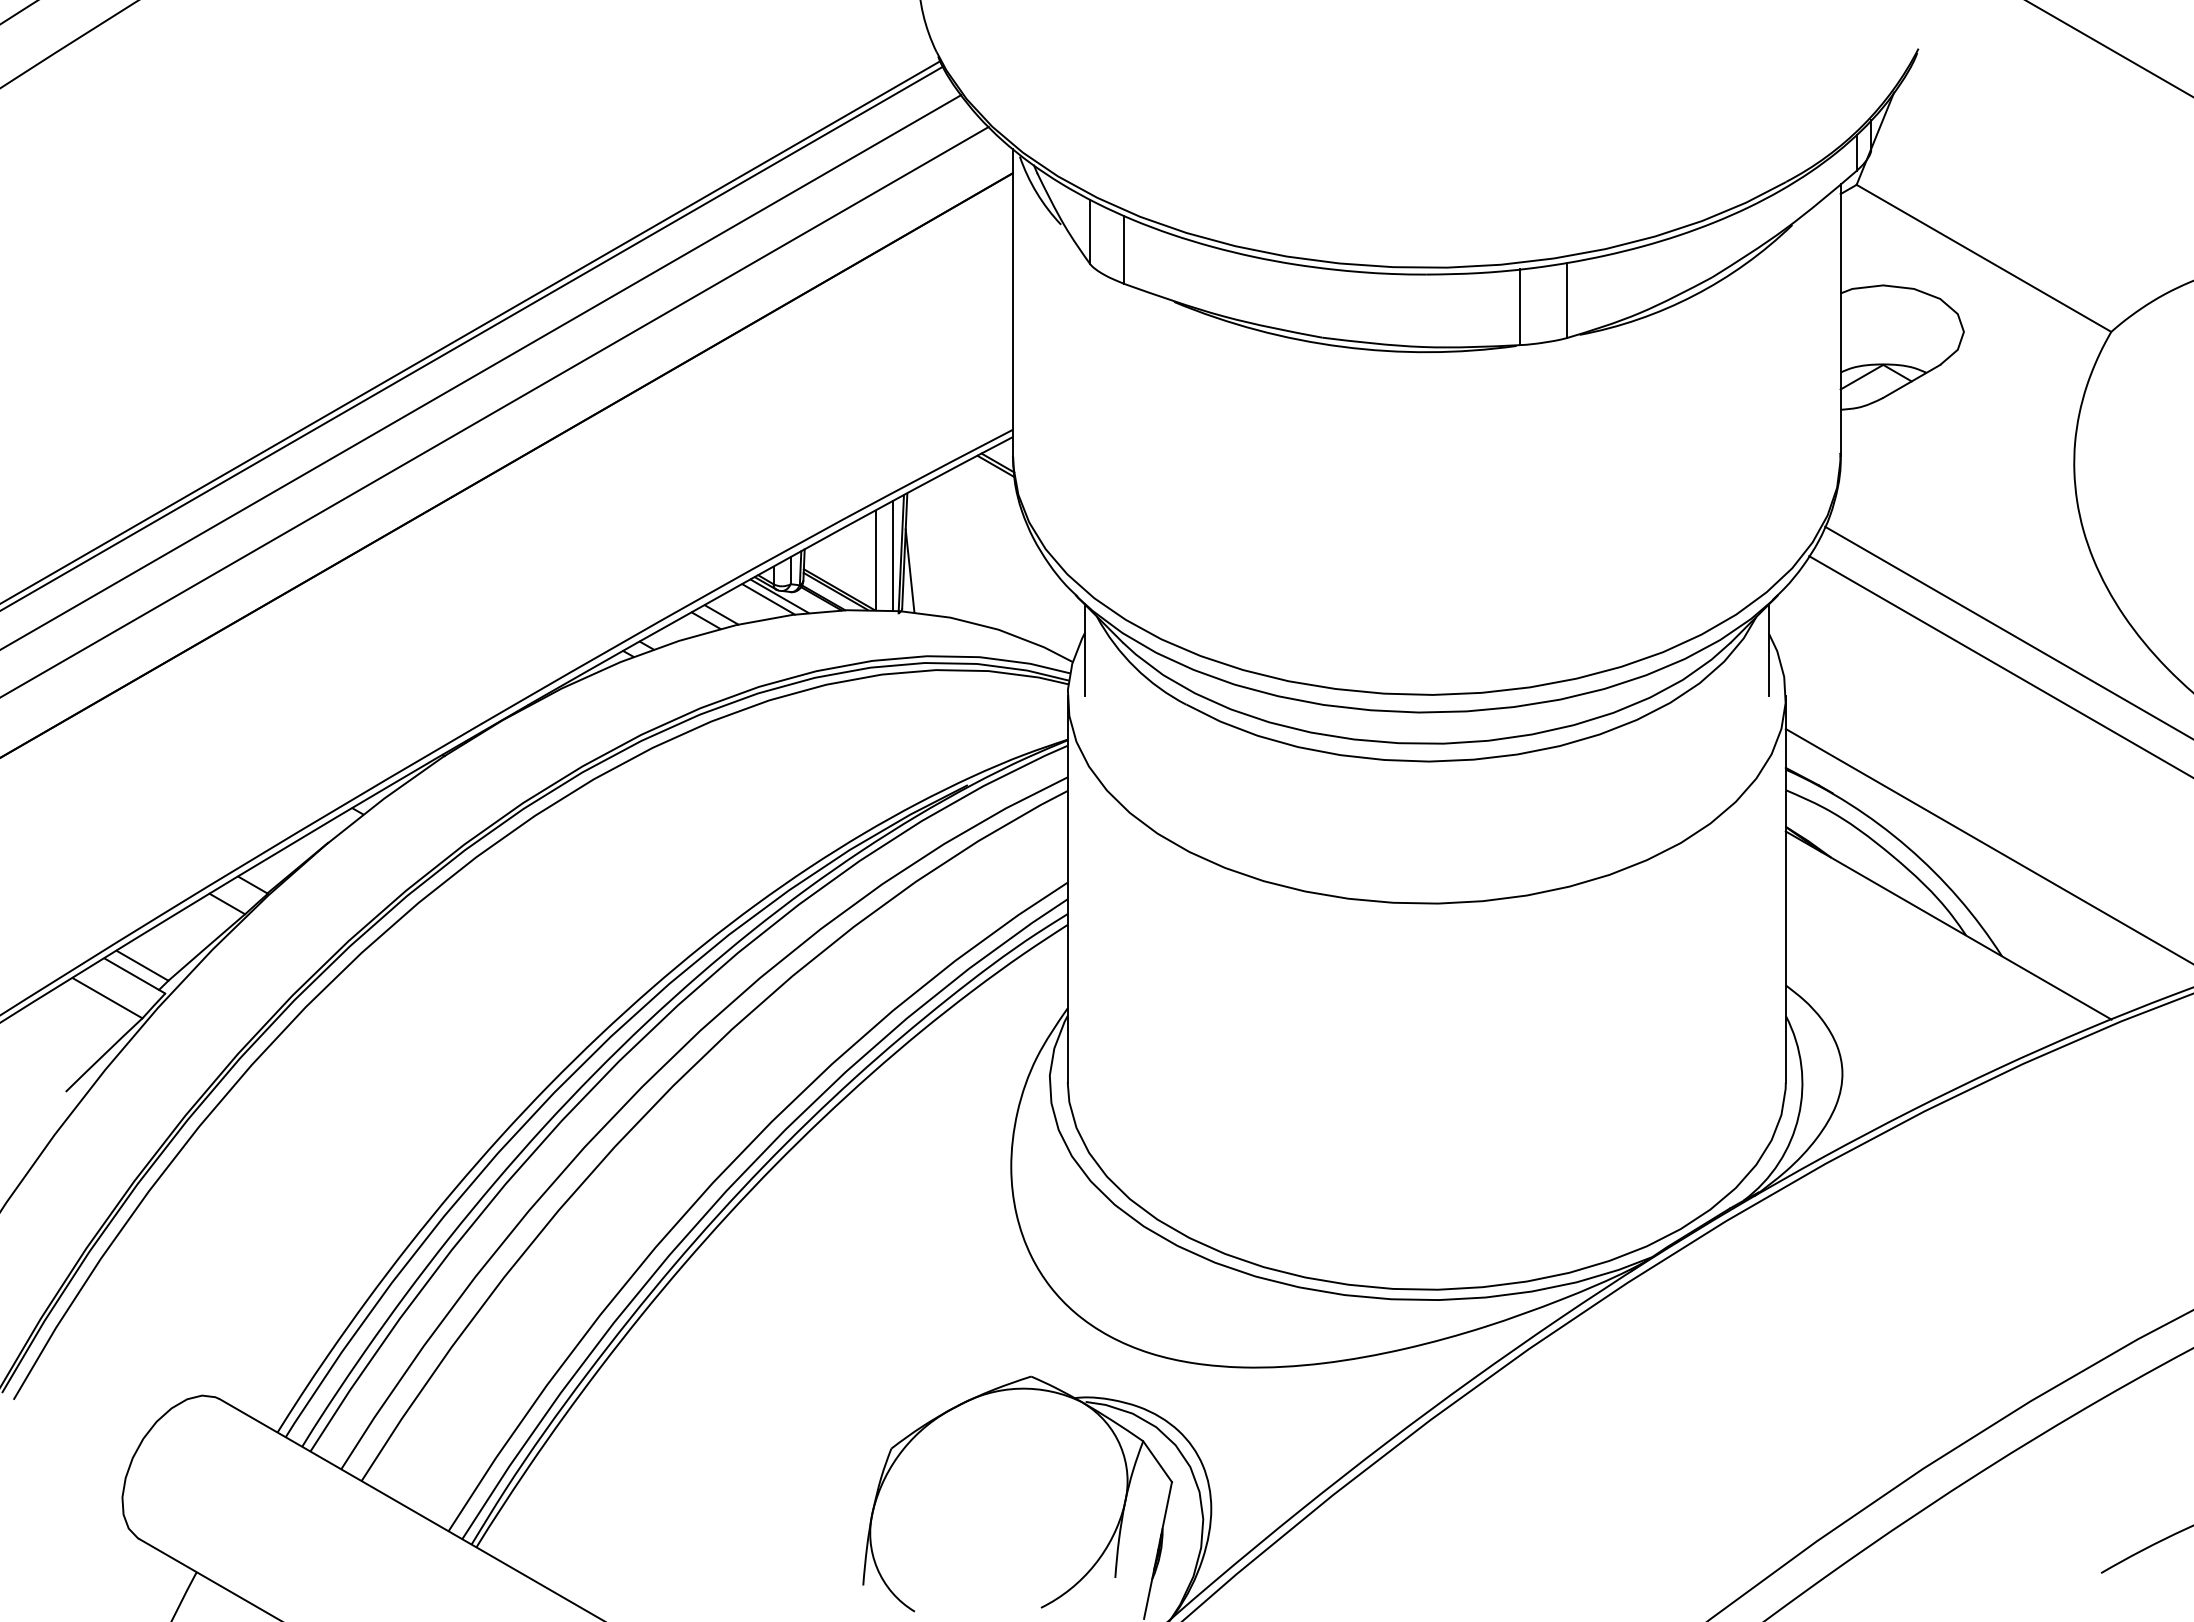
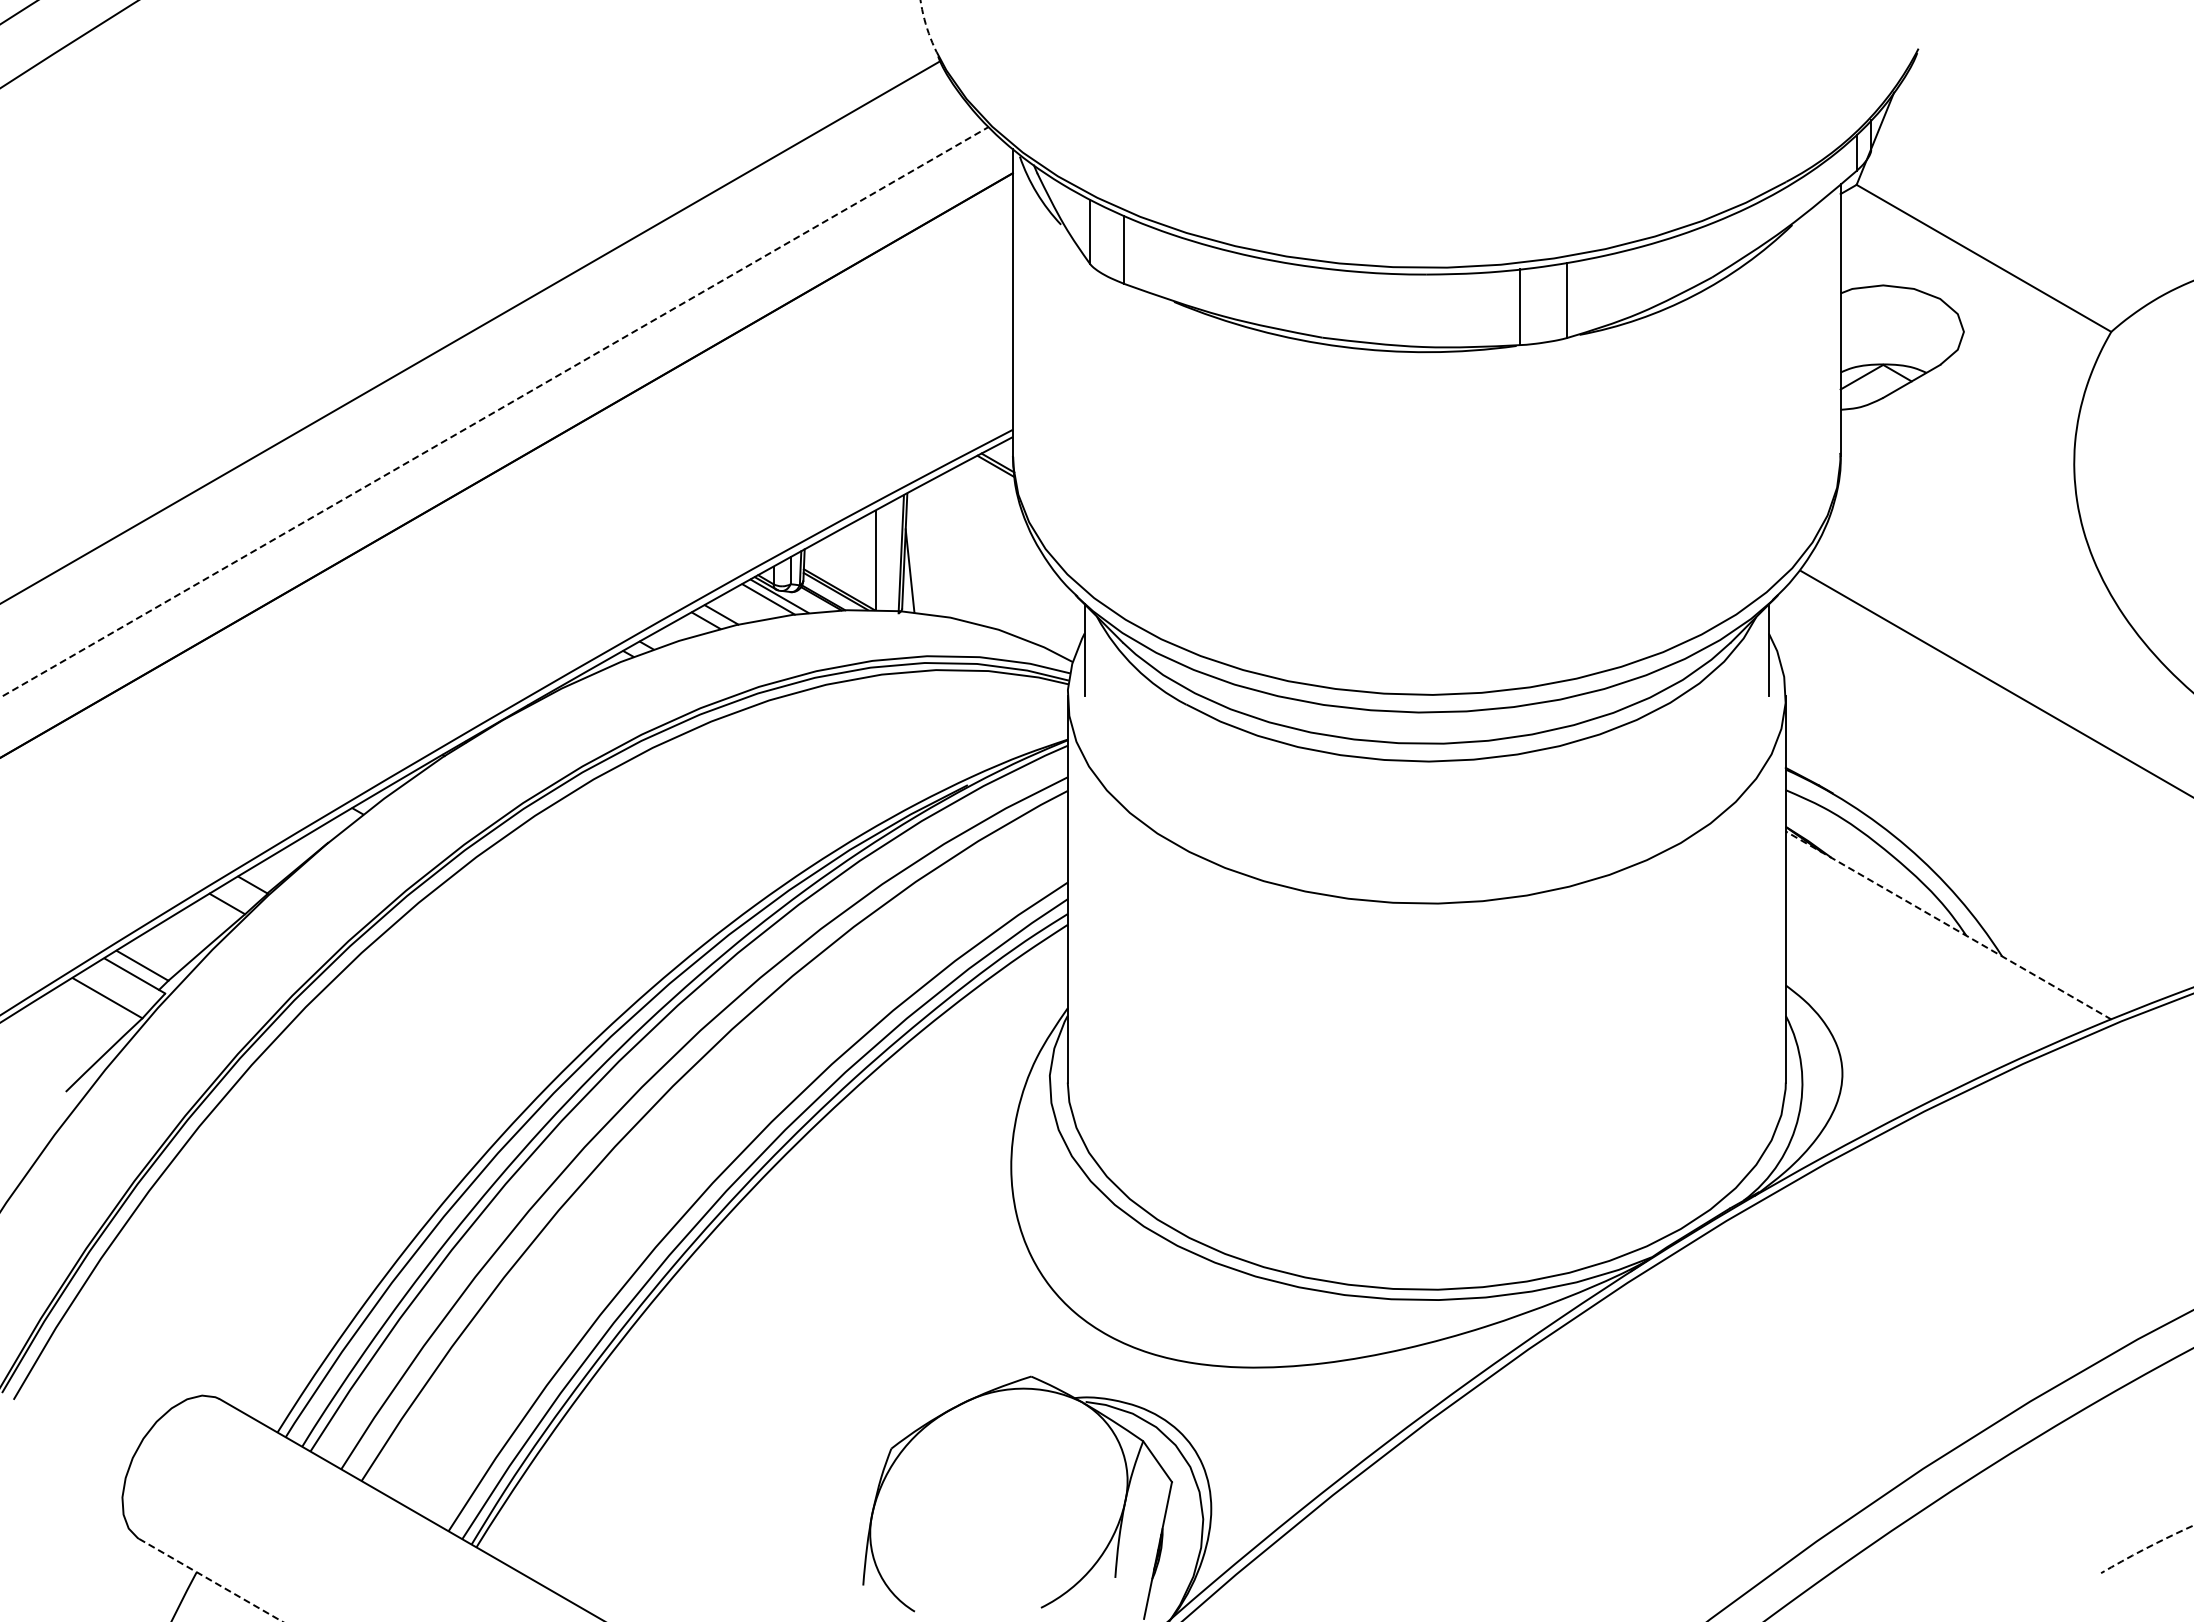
arc at (926, 26): solid -> dashed
line at (2109, 48): present -> none
line at (472, 337): present -> none
line at (481, 371): present -> none
line at (494, 412): solid -> dashed
line at (893, 555): present -> none
line at (2007, 631): present -> none
line at (1999, 666) position: (1999, 666) -> (1995, 683)
line at (1987, 845): present -> none
line at (1948, 925): solid -> dashed
arc at (2146, 1548): solid -> dashed
line at (210, 1580): solid -> dashed
